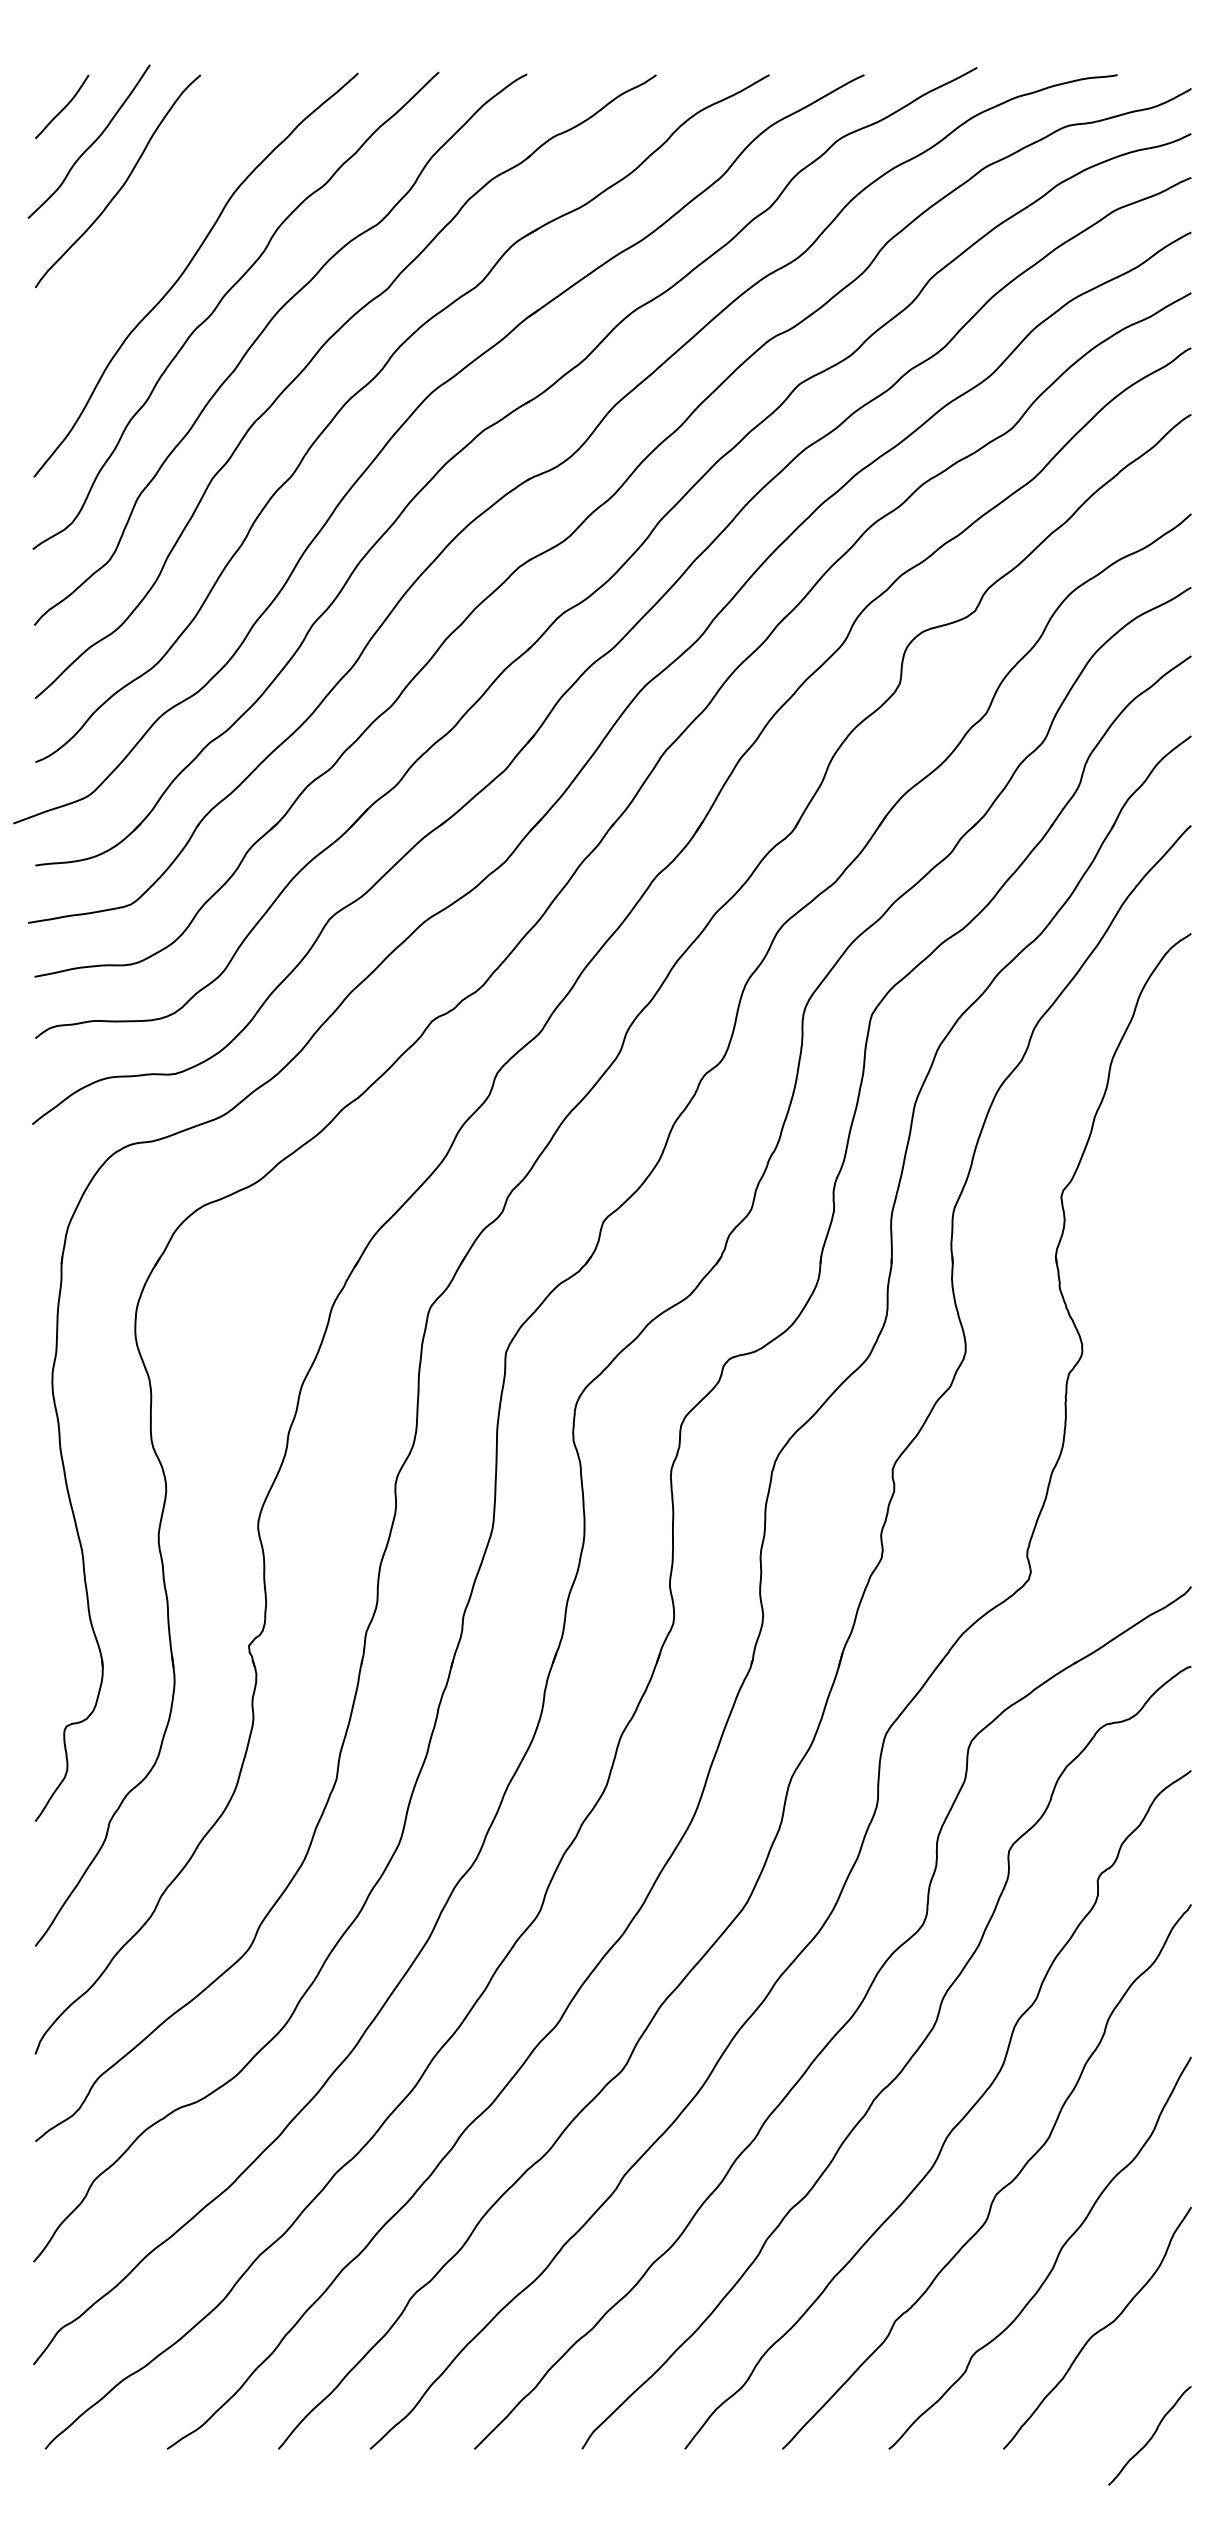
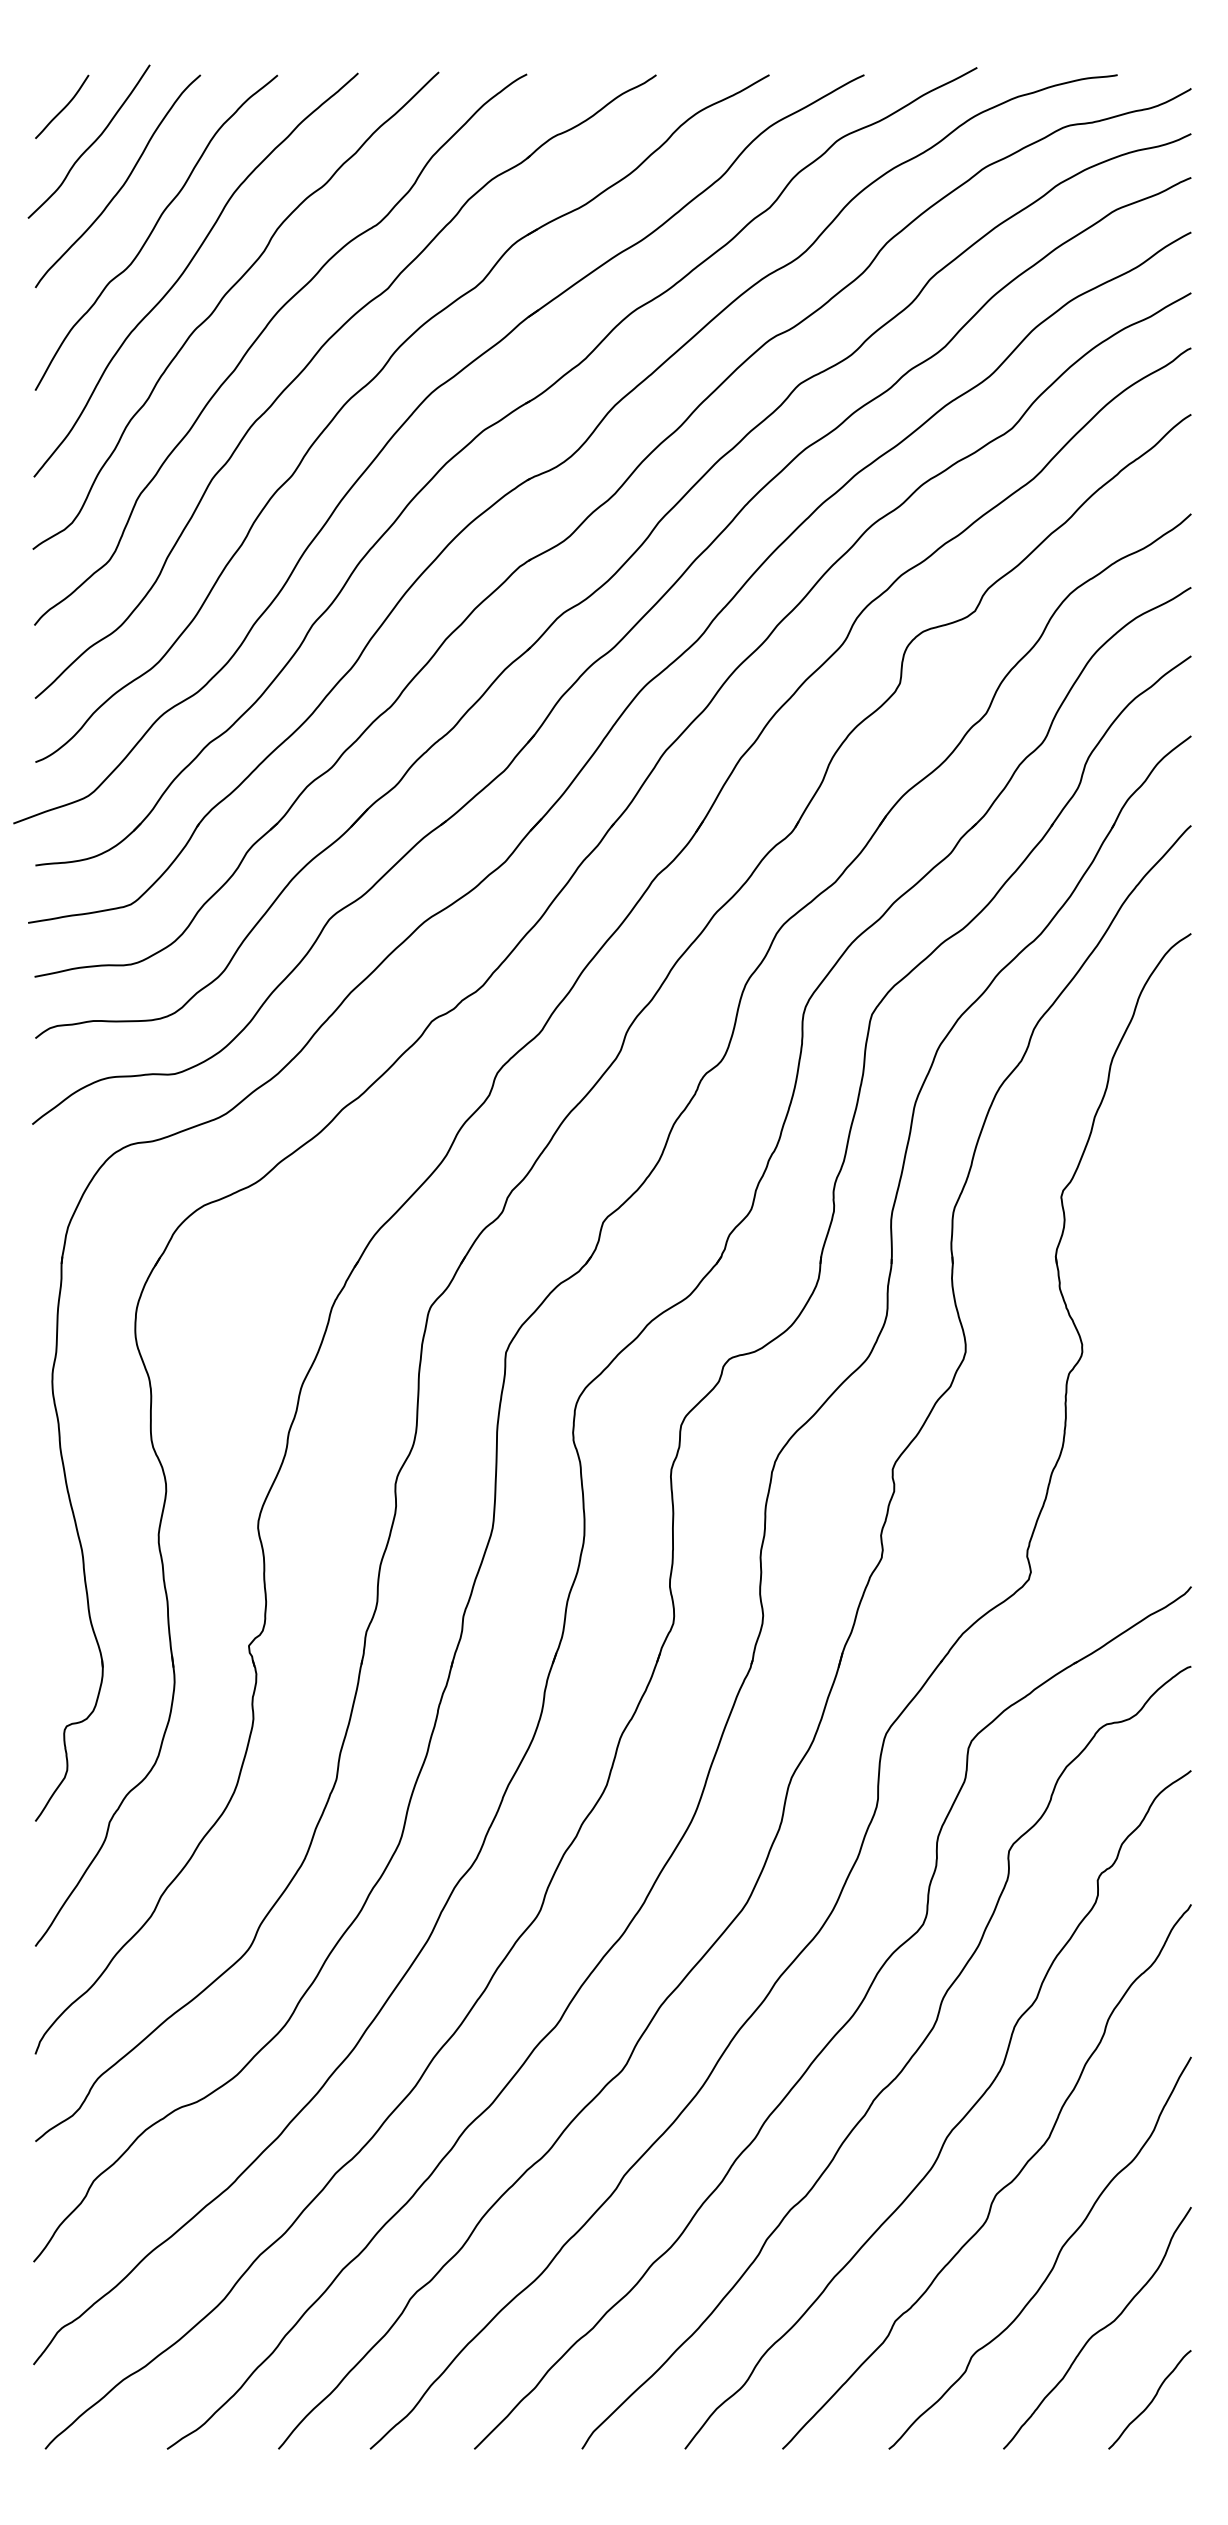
curve at (153, 231): none -> present
curve at (1151, 2436) position: (1151, 2436) -> (1151, 2400)
